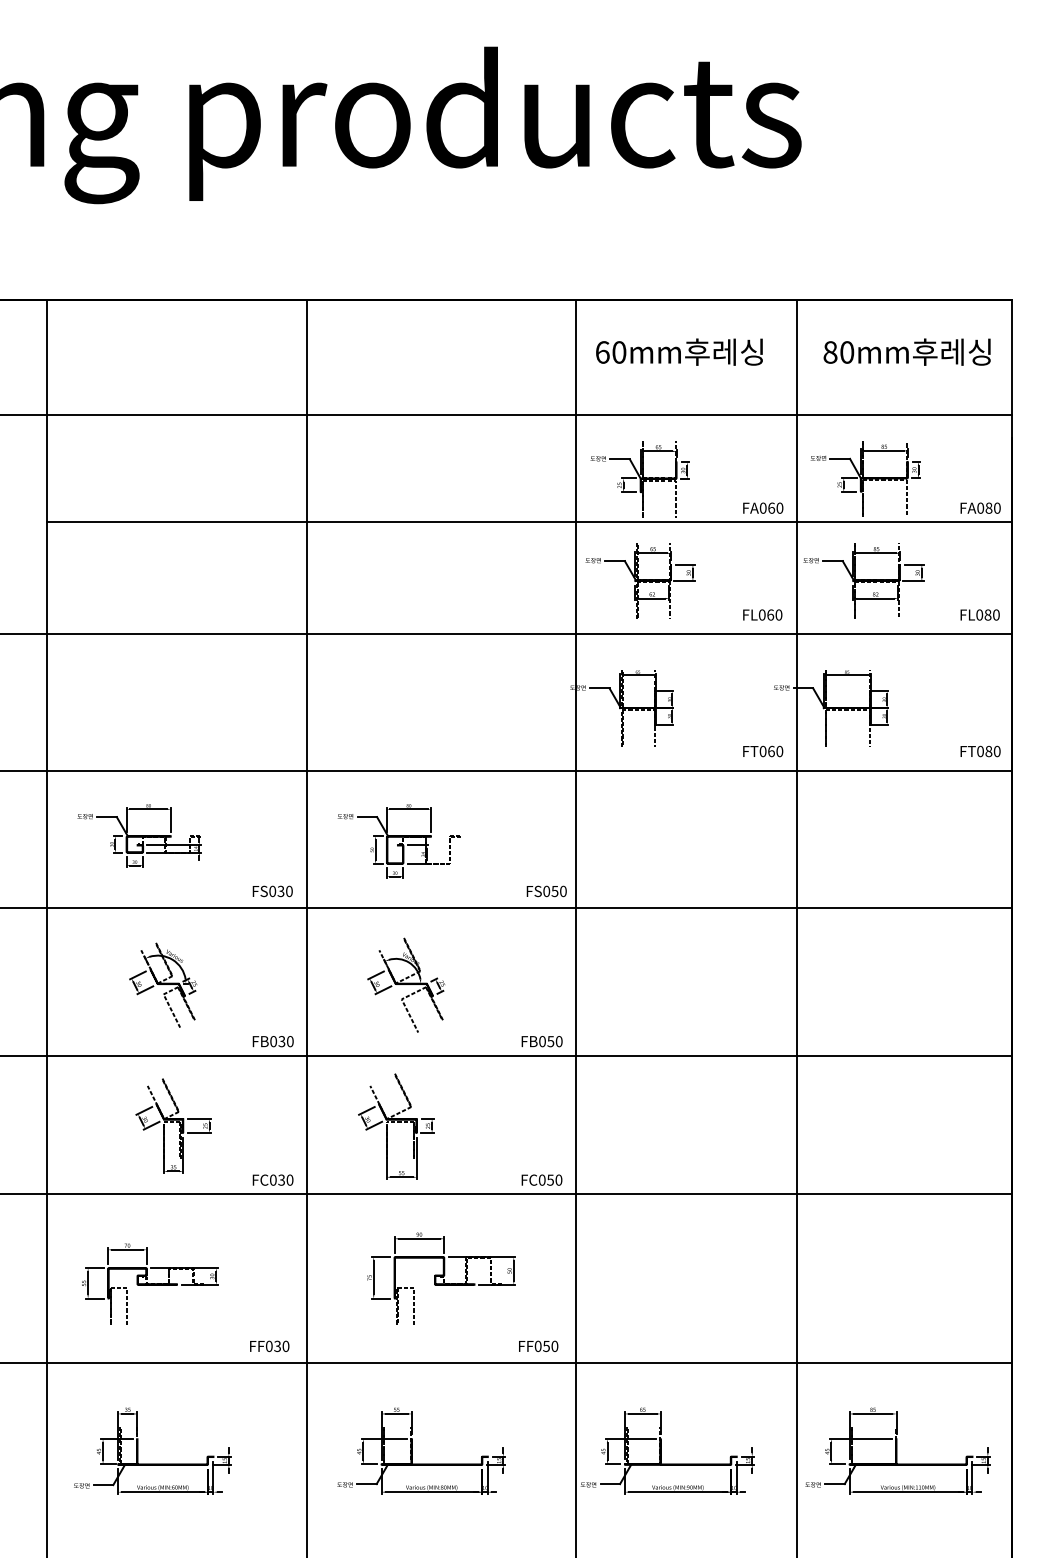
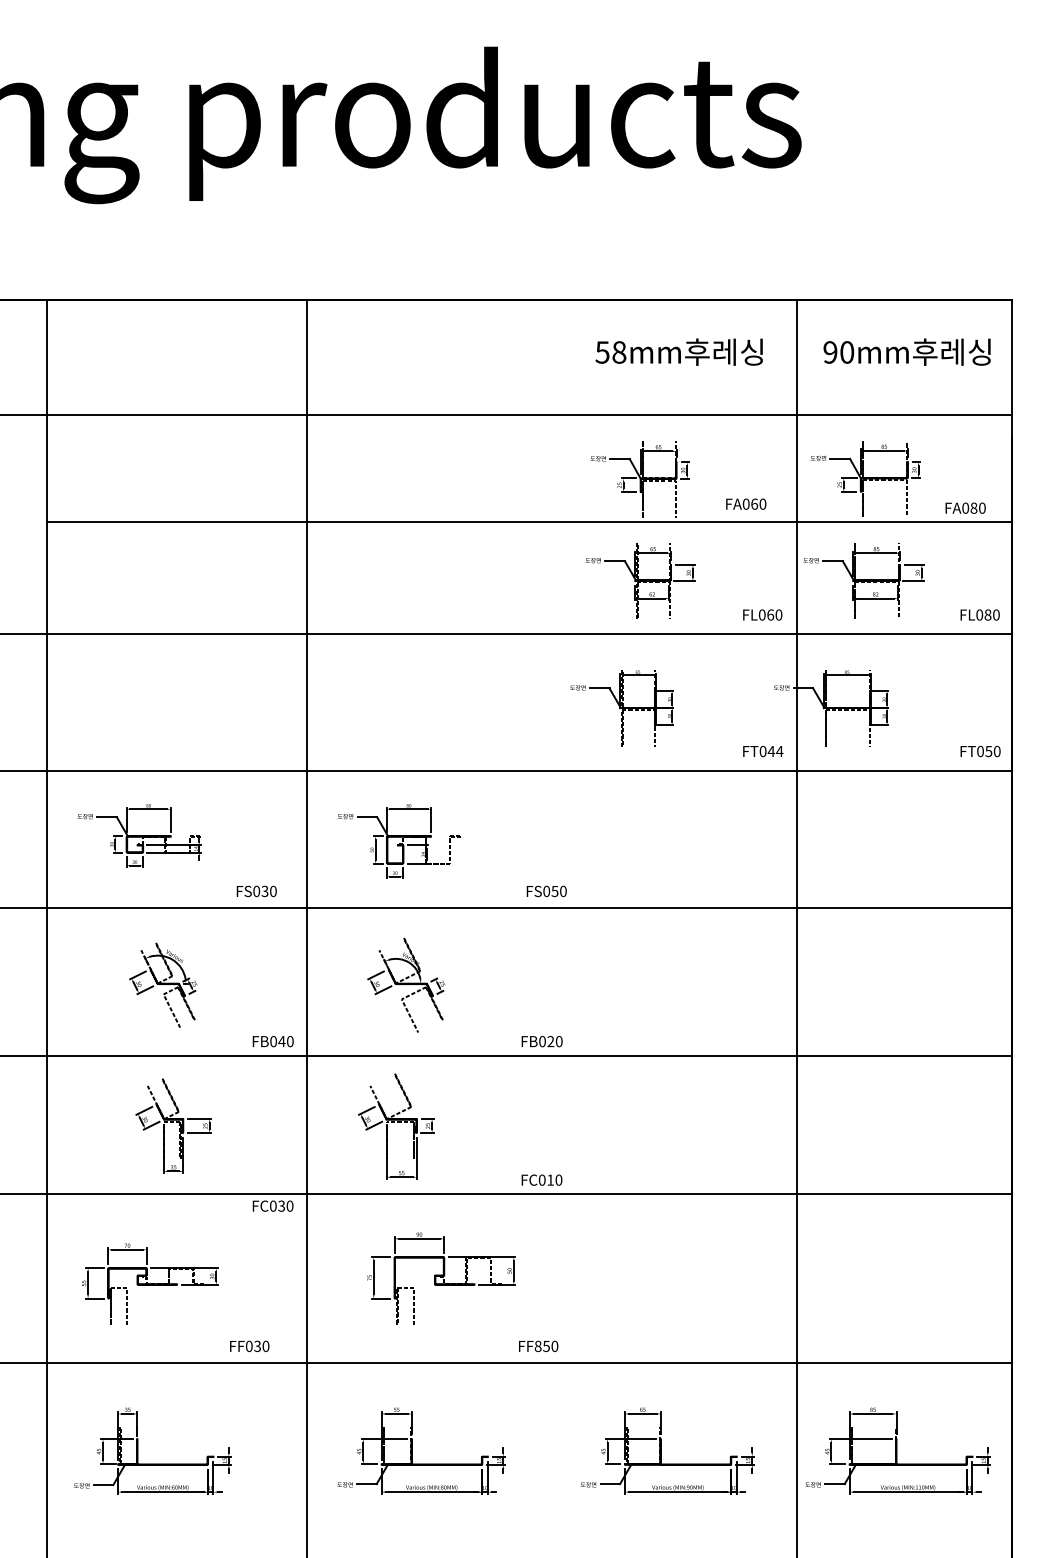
text at (610, 352): 60mm -> 58mm
text at (830, 352): 80mm -> 90mm
text at (763, 507) position: (763, 507) -> (746, 503)
text at (980, 507) position: (980, 507) -> (965, 507)
text at (988, 750): FT080 -> FT050
text at (775, 751): FT060 -> FT044
text at (272, 891) position: (272, 891) -> (256, 891)
line at (575, 927): present -> none
text at (281, 1041): FB030 -> FB040
text at (550, 1041): FB050 -> FB020
text at (272, 1179) position: (272, 1179) -> (272, 1205)
text at (550, 1179): FC050 -> FC010
text at (269, 1346) position: (269, 1346) -> (249, 1346)
text at (537, 1346): FF050 -> FF850
